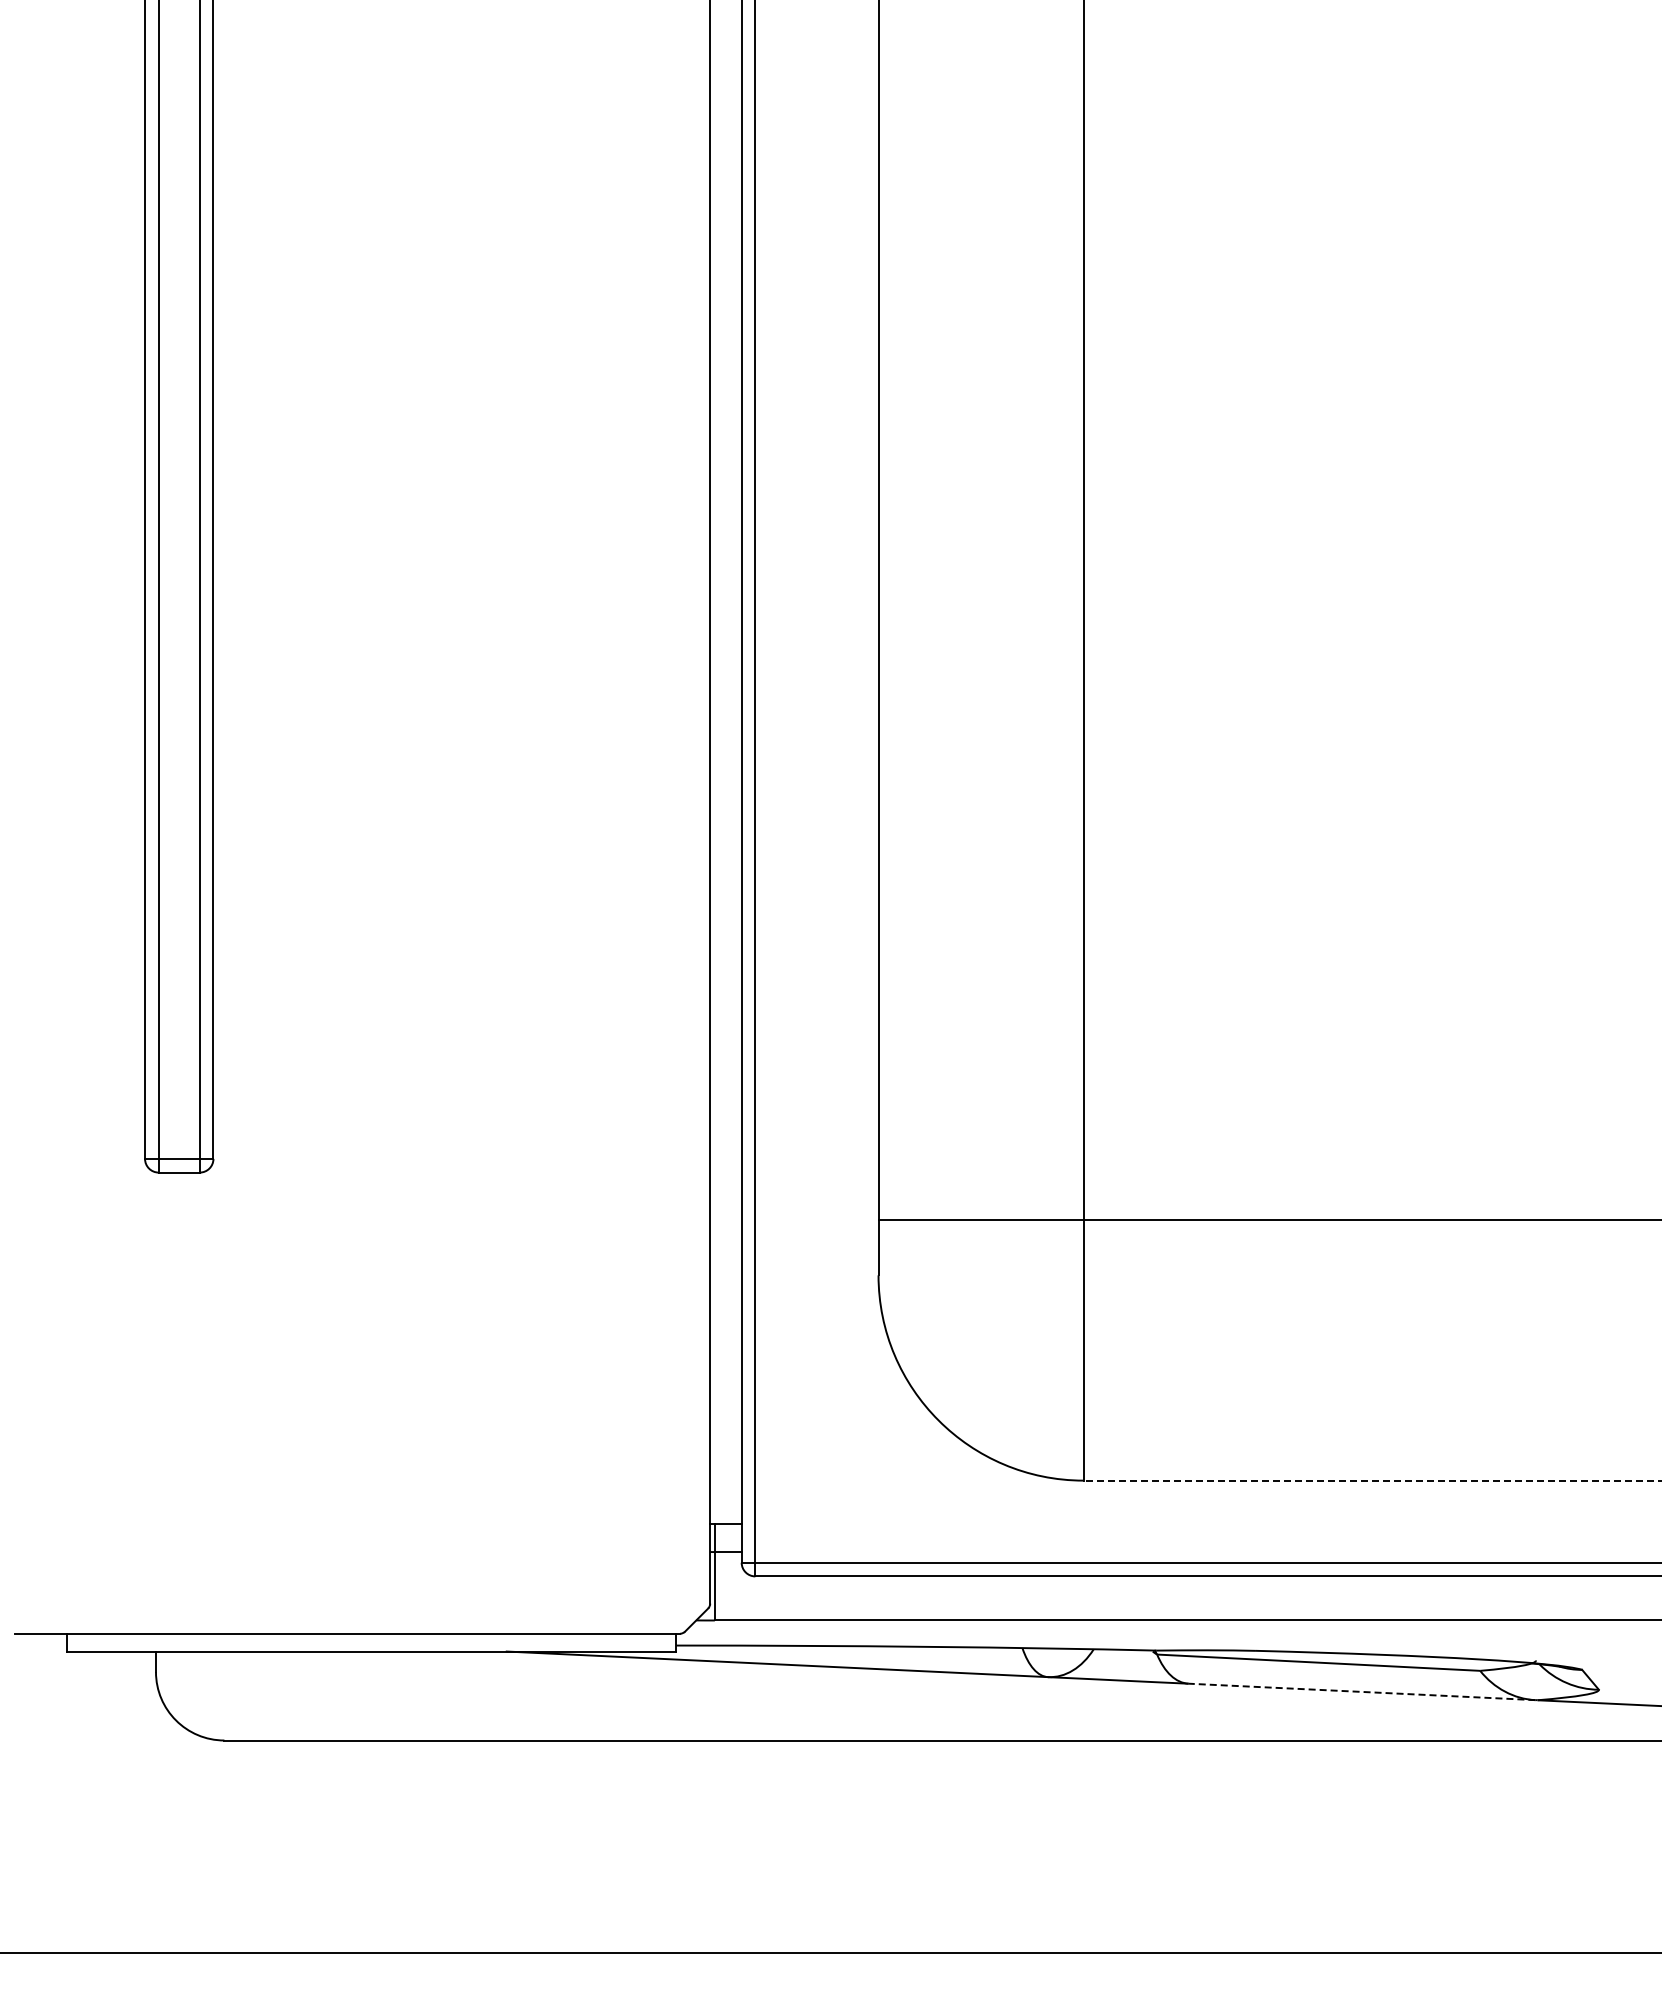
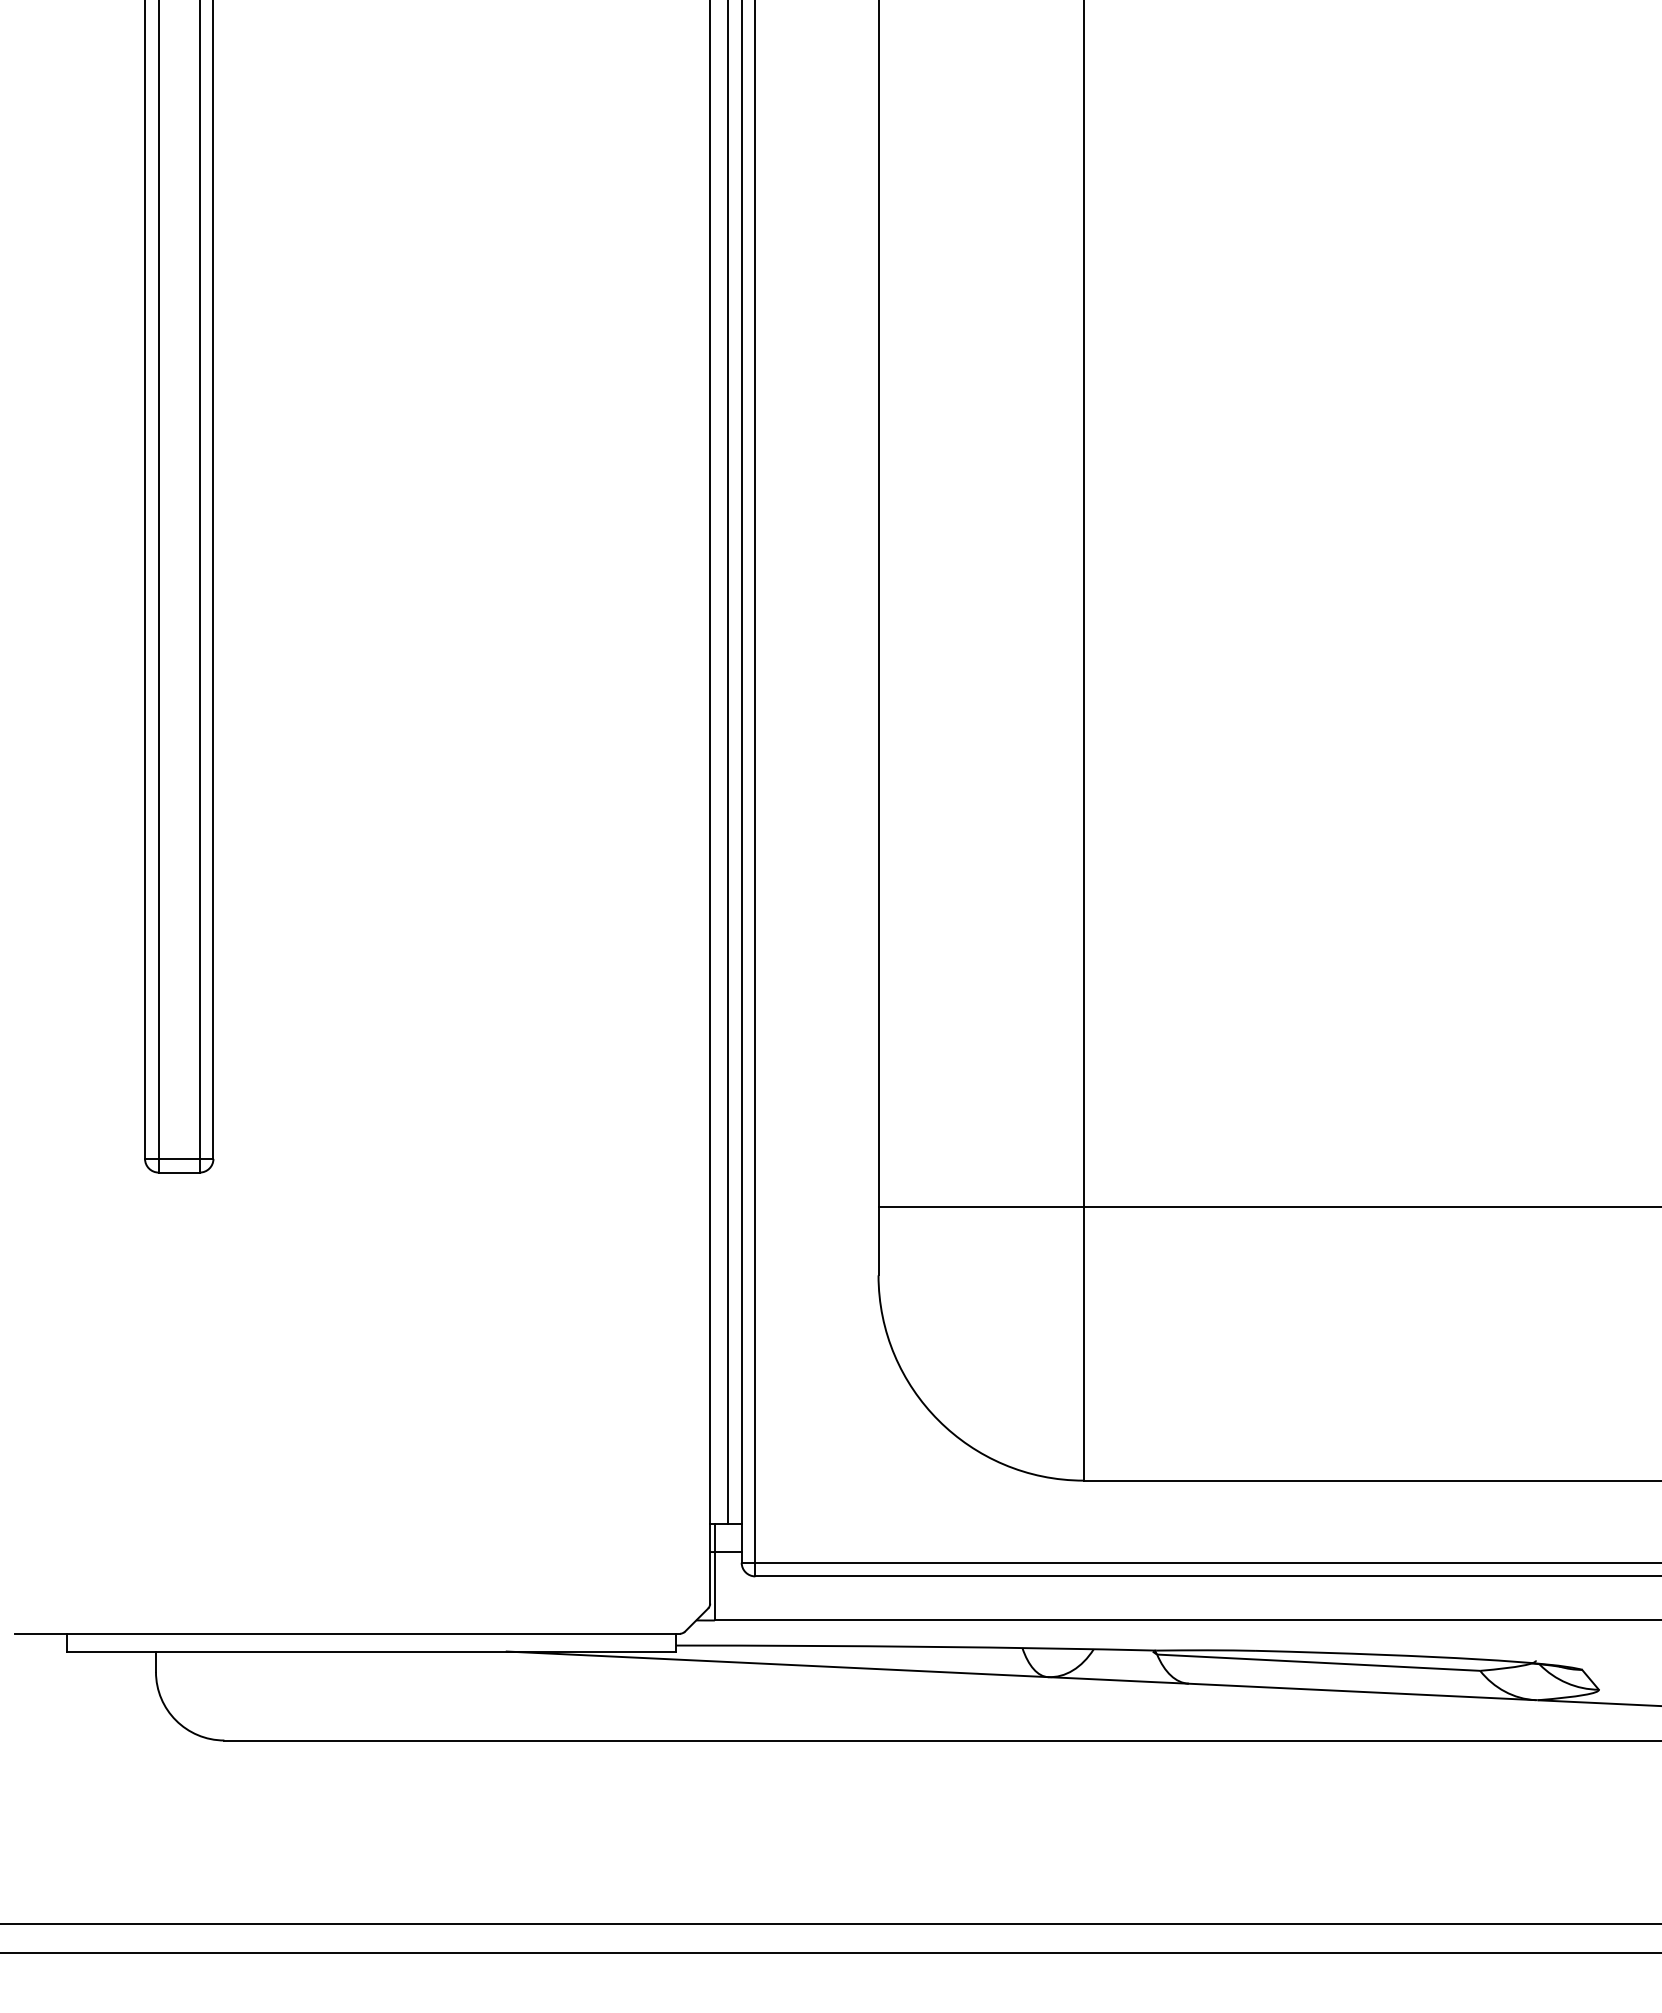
line at (728, 763): none -> present
line at (1268, 1219) position: (1268, 1219) -> (1268, 1206)
line at (1372, 1480): dashed -> solid
line at (1361, 1691): dashed -> solid
line at (830, 1923): none -> present
